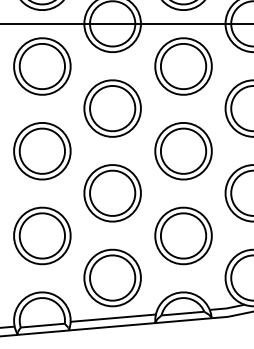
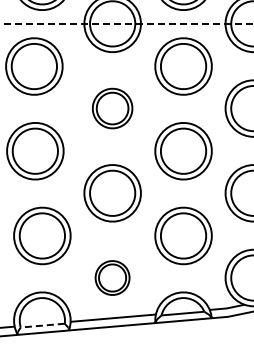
line at (127, 23): solid -> dashed
part at (42, 66) position: (42, 66) -> (34, 66)
part at (112, 108) size: 59x59 px -> 42x43 px
part at (42, 151) position: (42, 151) -> (35, 151)
part at (112, 277) size: 59x60 px -> 37x36 px
line at (42, 325): solid -> dashed
